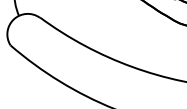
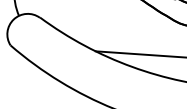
line at (139, 54): none -> present
